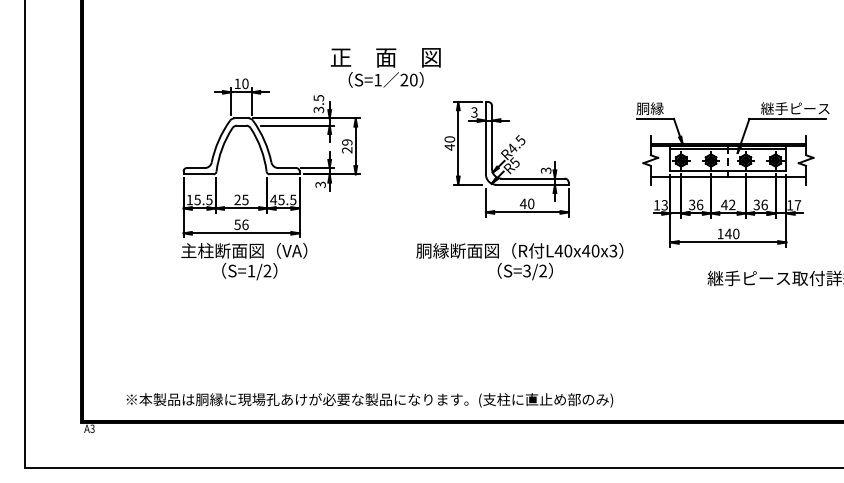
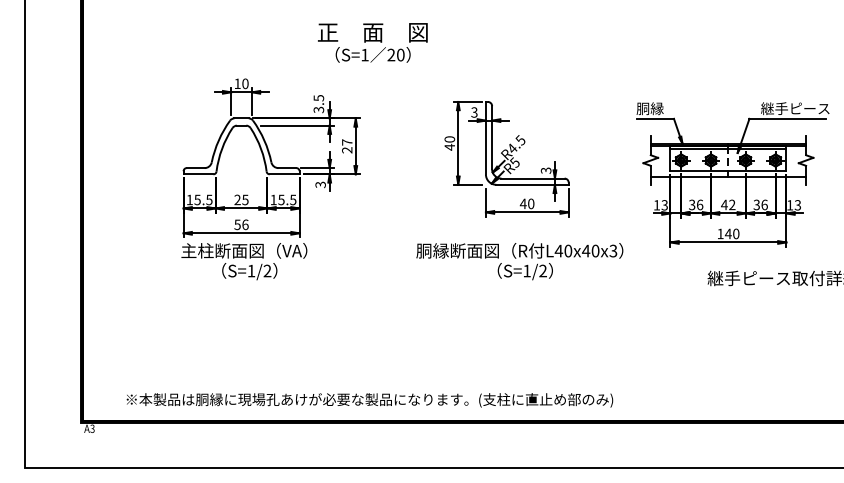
text at (385, 67) position: (385, 67) -> (372, 42)
text at (347, 142): 29 -> 27
text at (273, 199): 45.5 -> 15.5
text at (797, 205): 17 -> 13
text at (526, 270): S=3/2 -> S=1/2
